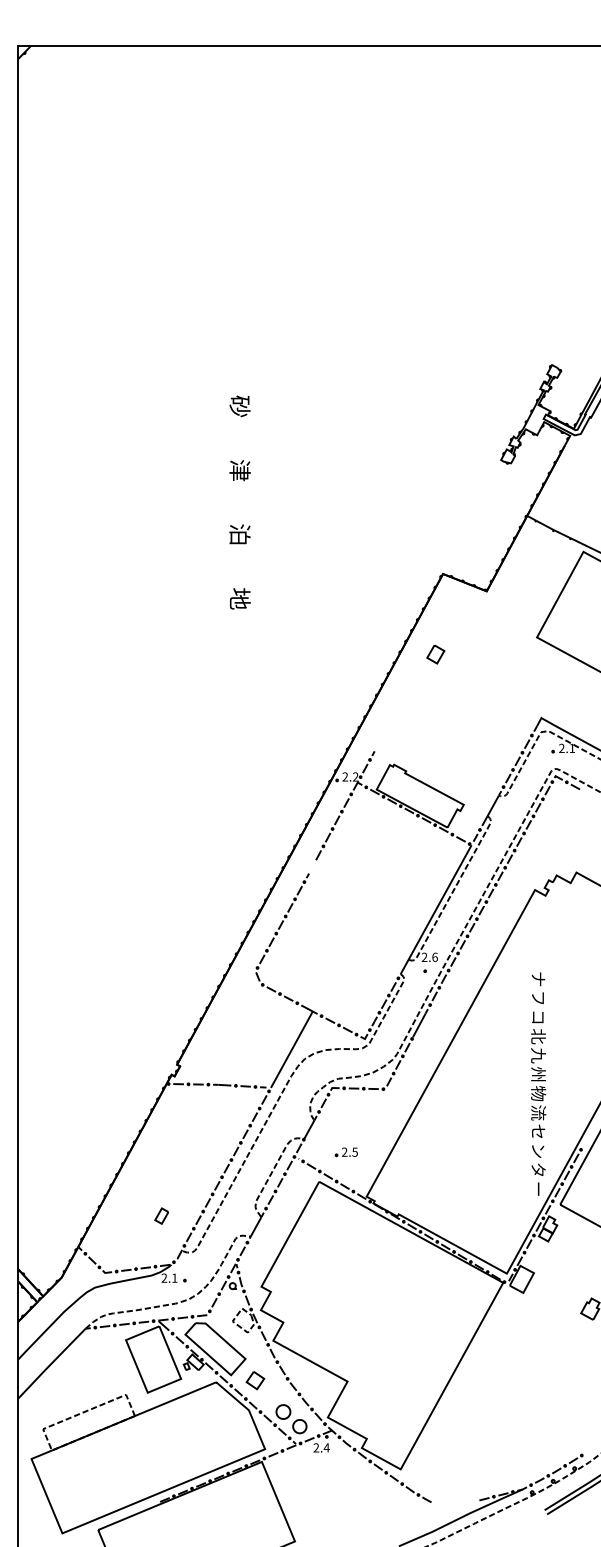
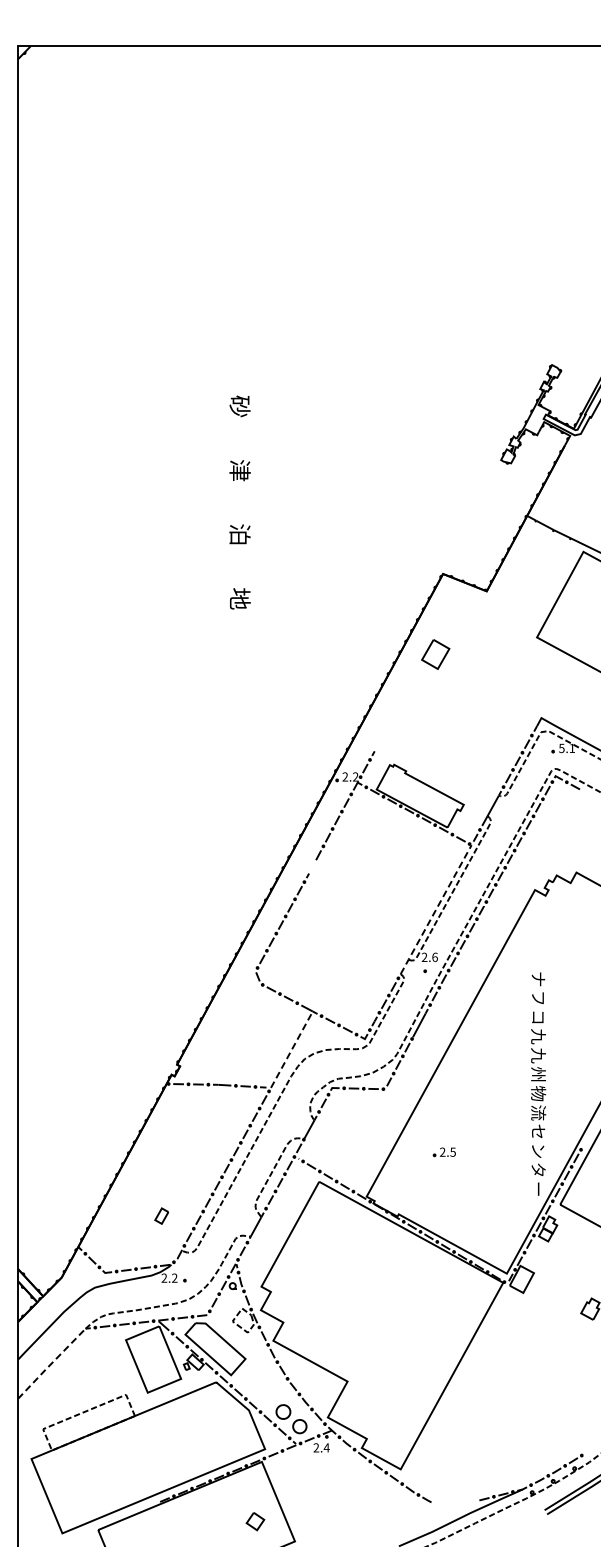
part at (435, 654) size: 20x21 px -> 30x31 px
text at (561, 748): 2.1 -> 5.1
line at (435, 909): solid -> dashed
text at (538, 1036): 北 -> 九
line at (291, 1049): solid -> dashed
part at (345, 1152) position: (345, 1152) -> (443, 1152)
text at (174, 1277): 2.1 -> 2.2
line at (51, 1364): solid -> dashed
part at (255, 1380) position: (255, 1380) -> (255, 1521)
